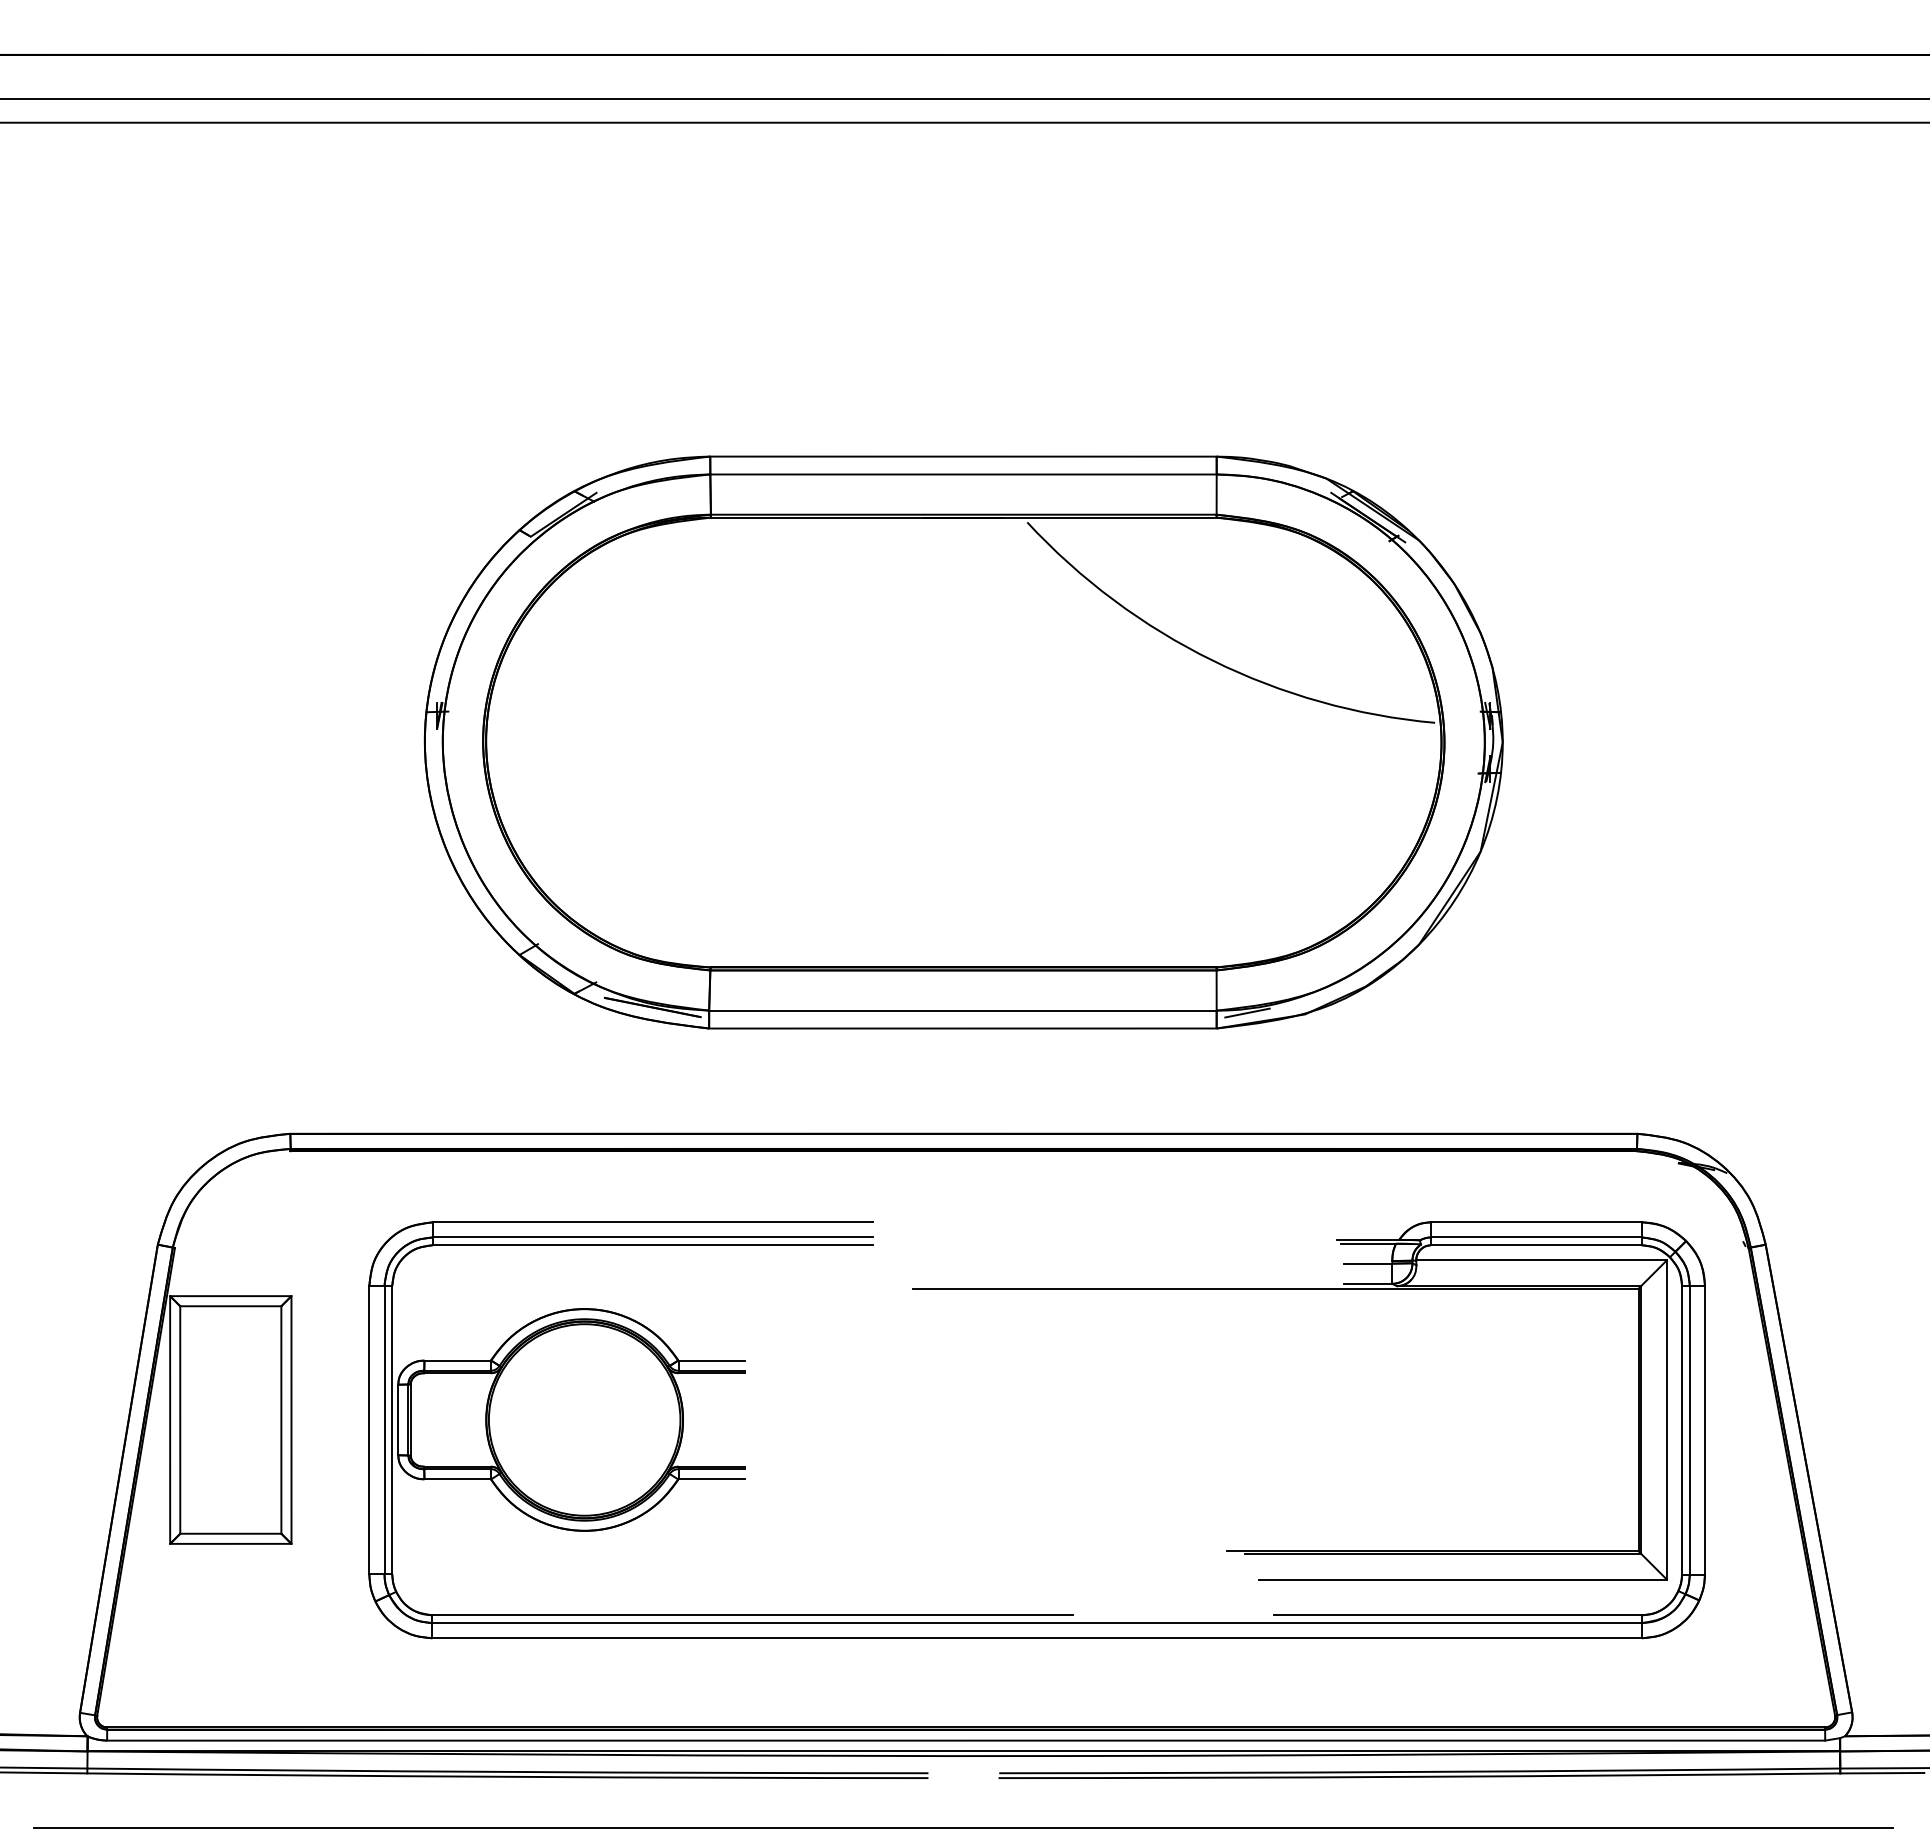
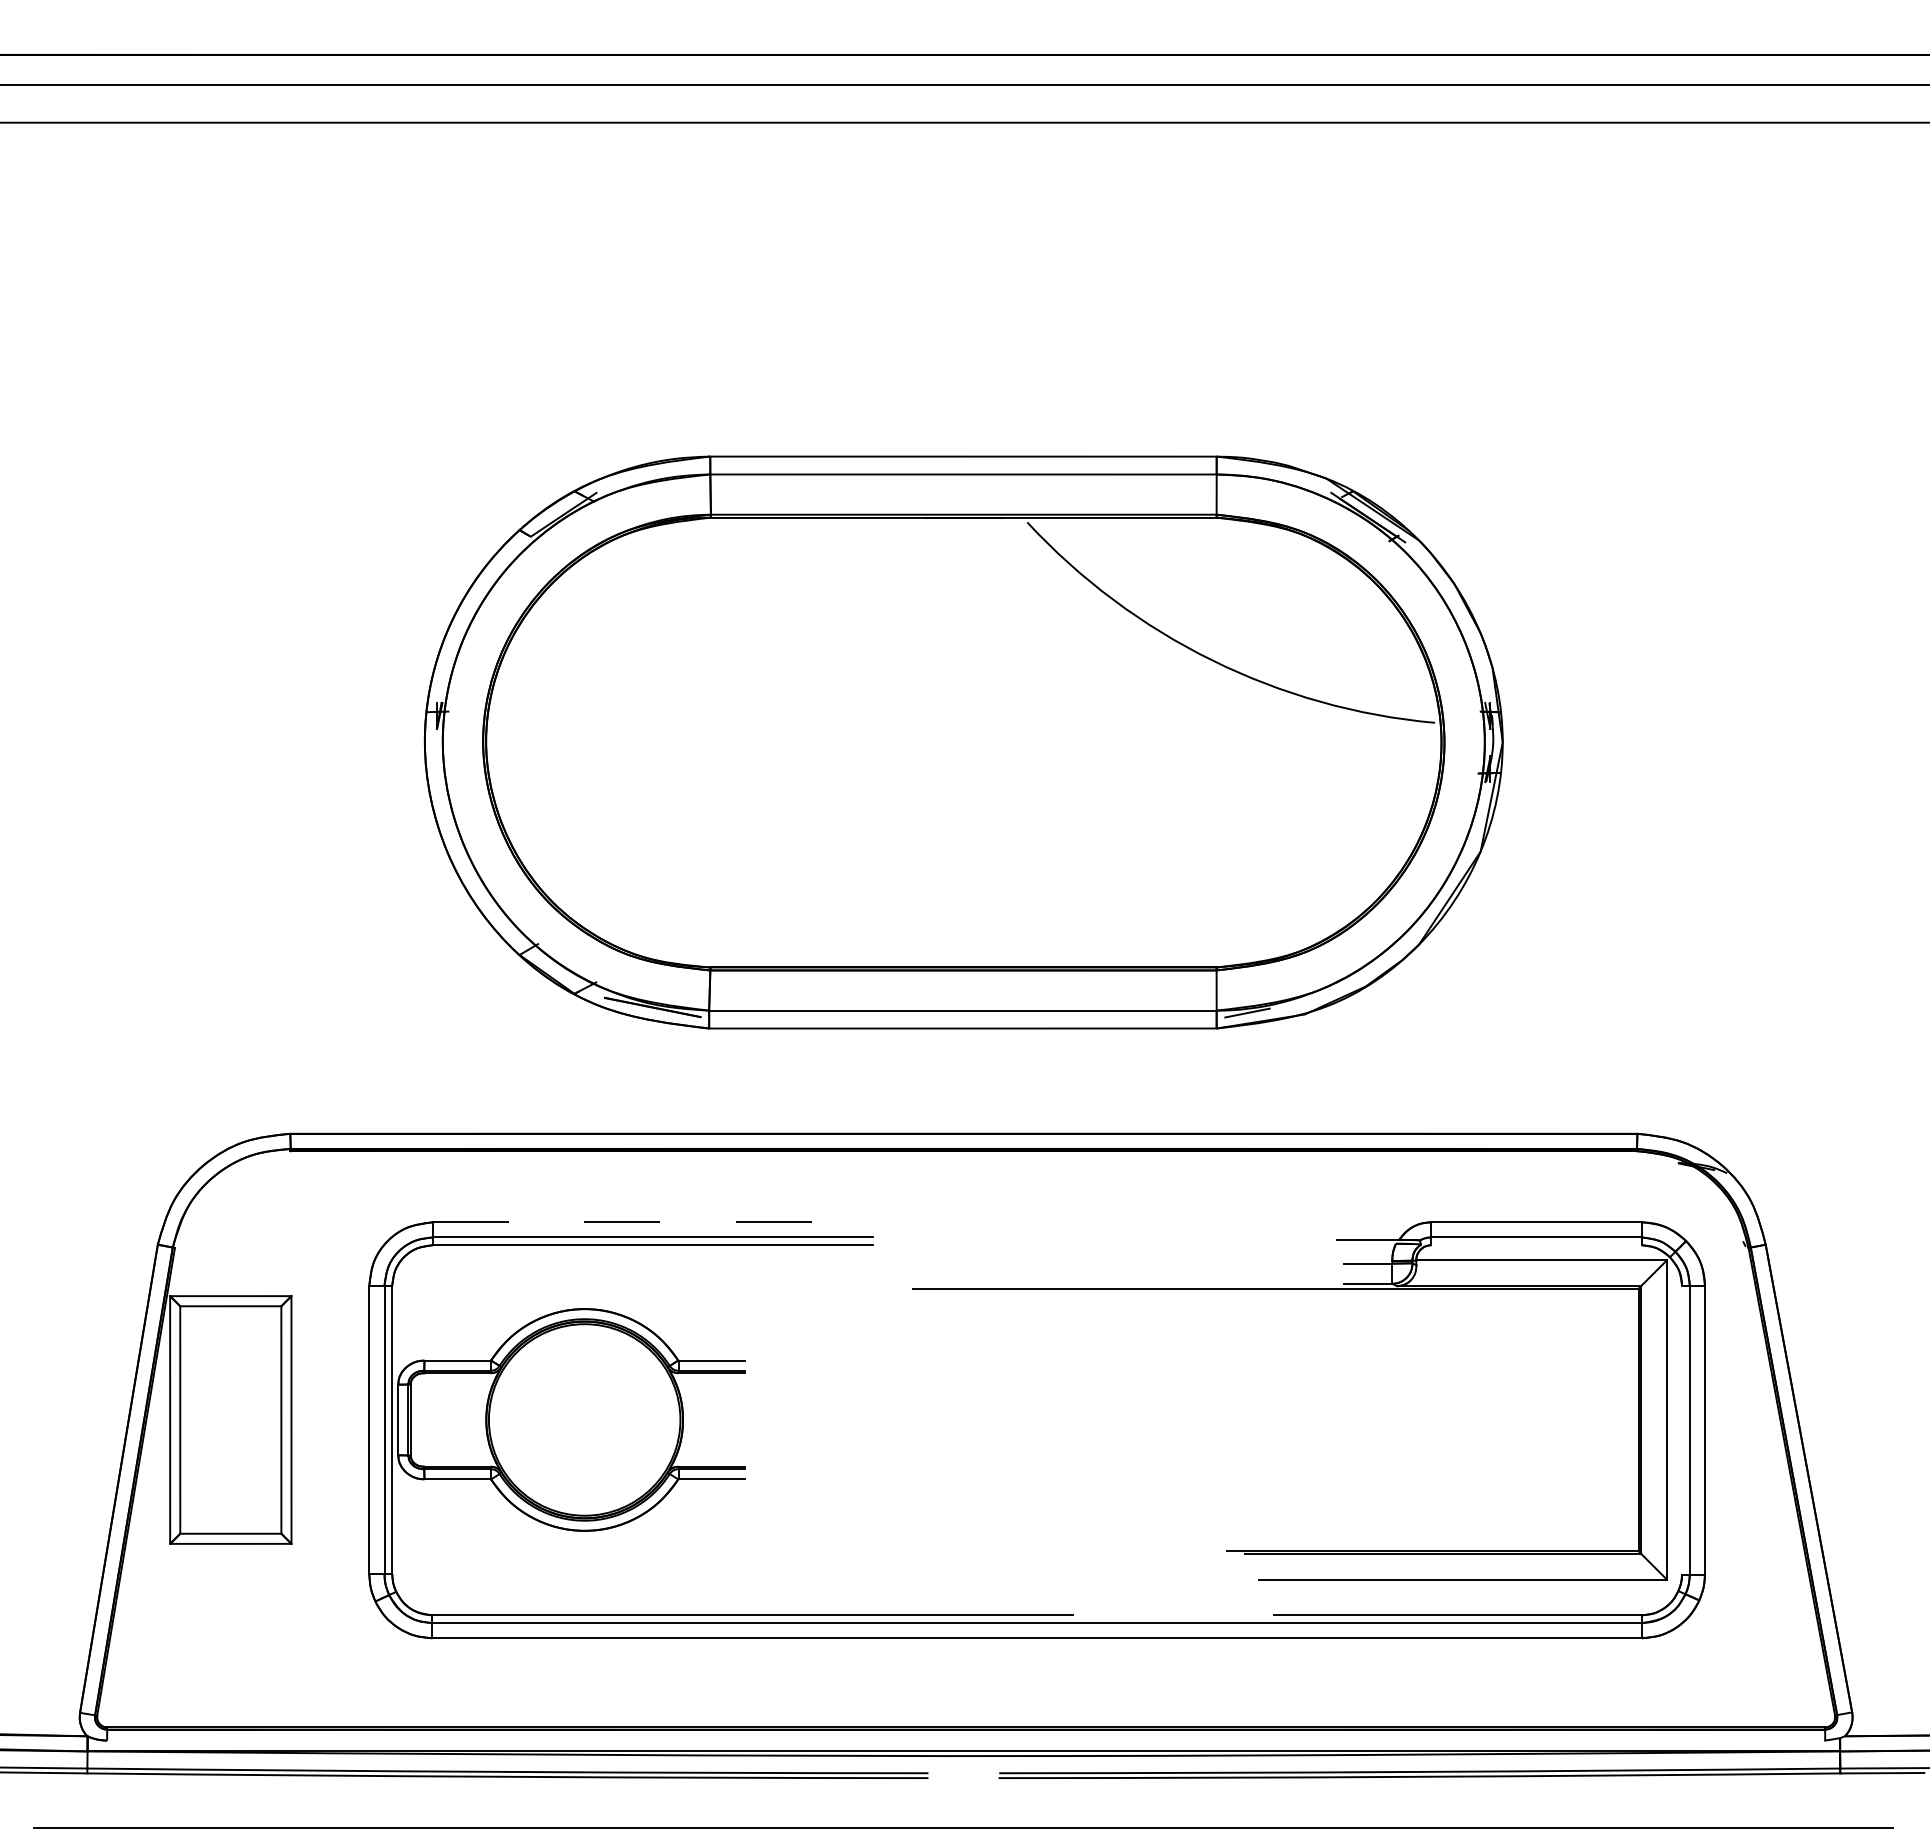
line at (964, 99) position: (964, 99) -> (964, 85)
line at (653, 1222): solid -> dashed
line at (1367, 1243): present -> none
line at (1536, 1245): present -> none
line at (1682, 1429): present -> none
line at (966, 1740): present -> none
